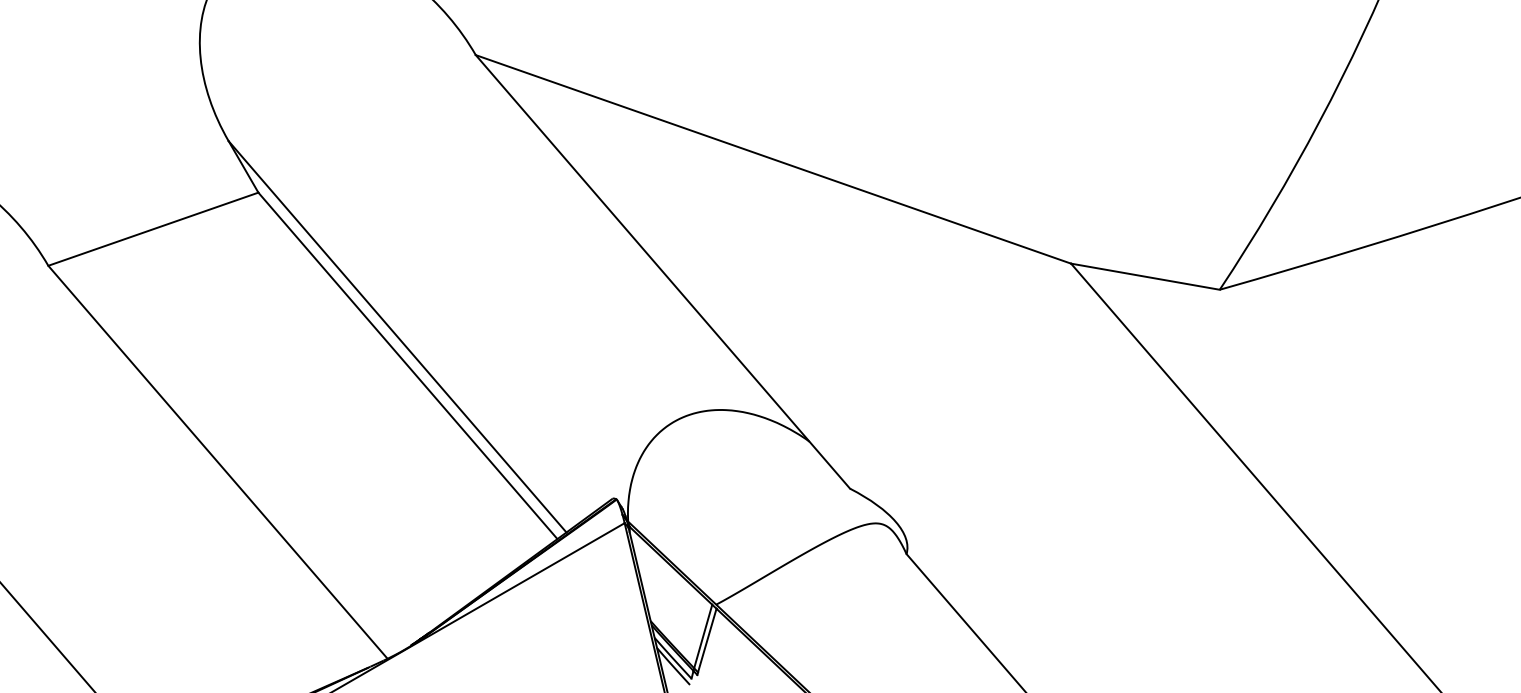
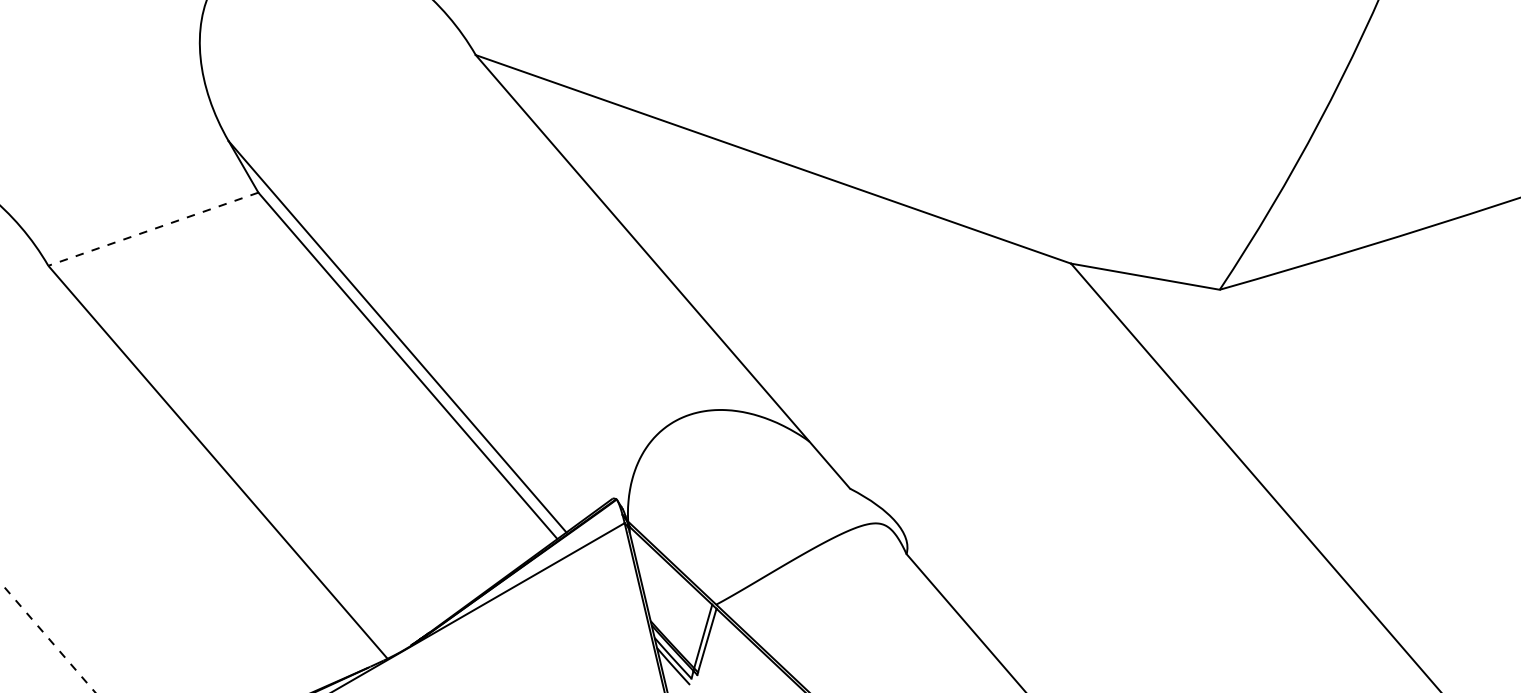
line at (152, 229): solid -> dashed
line at (47, 637): solid -> dashed
